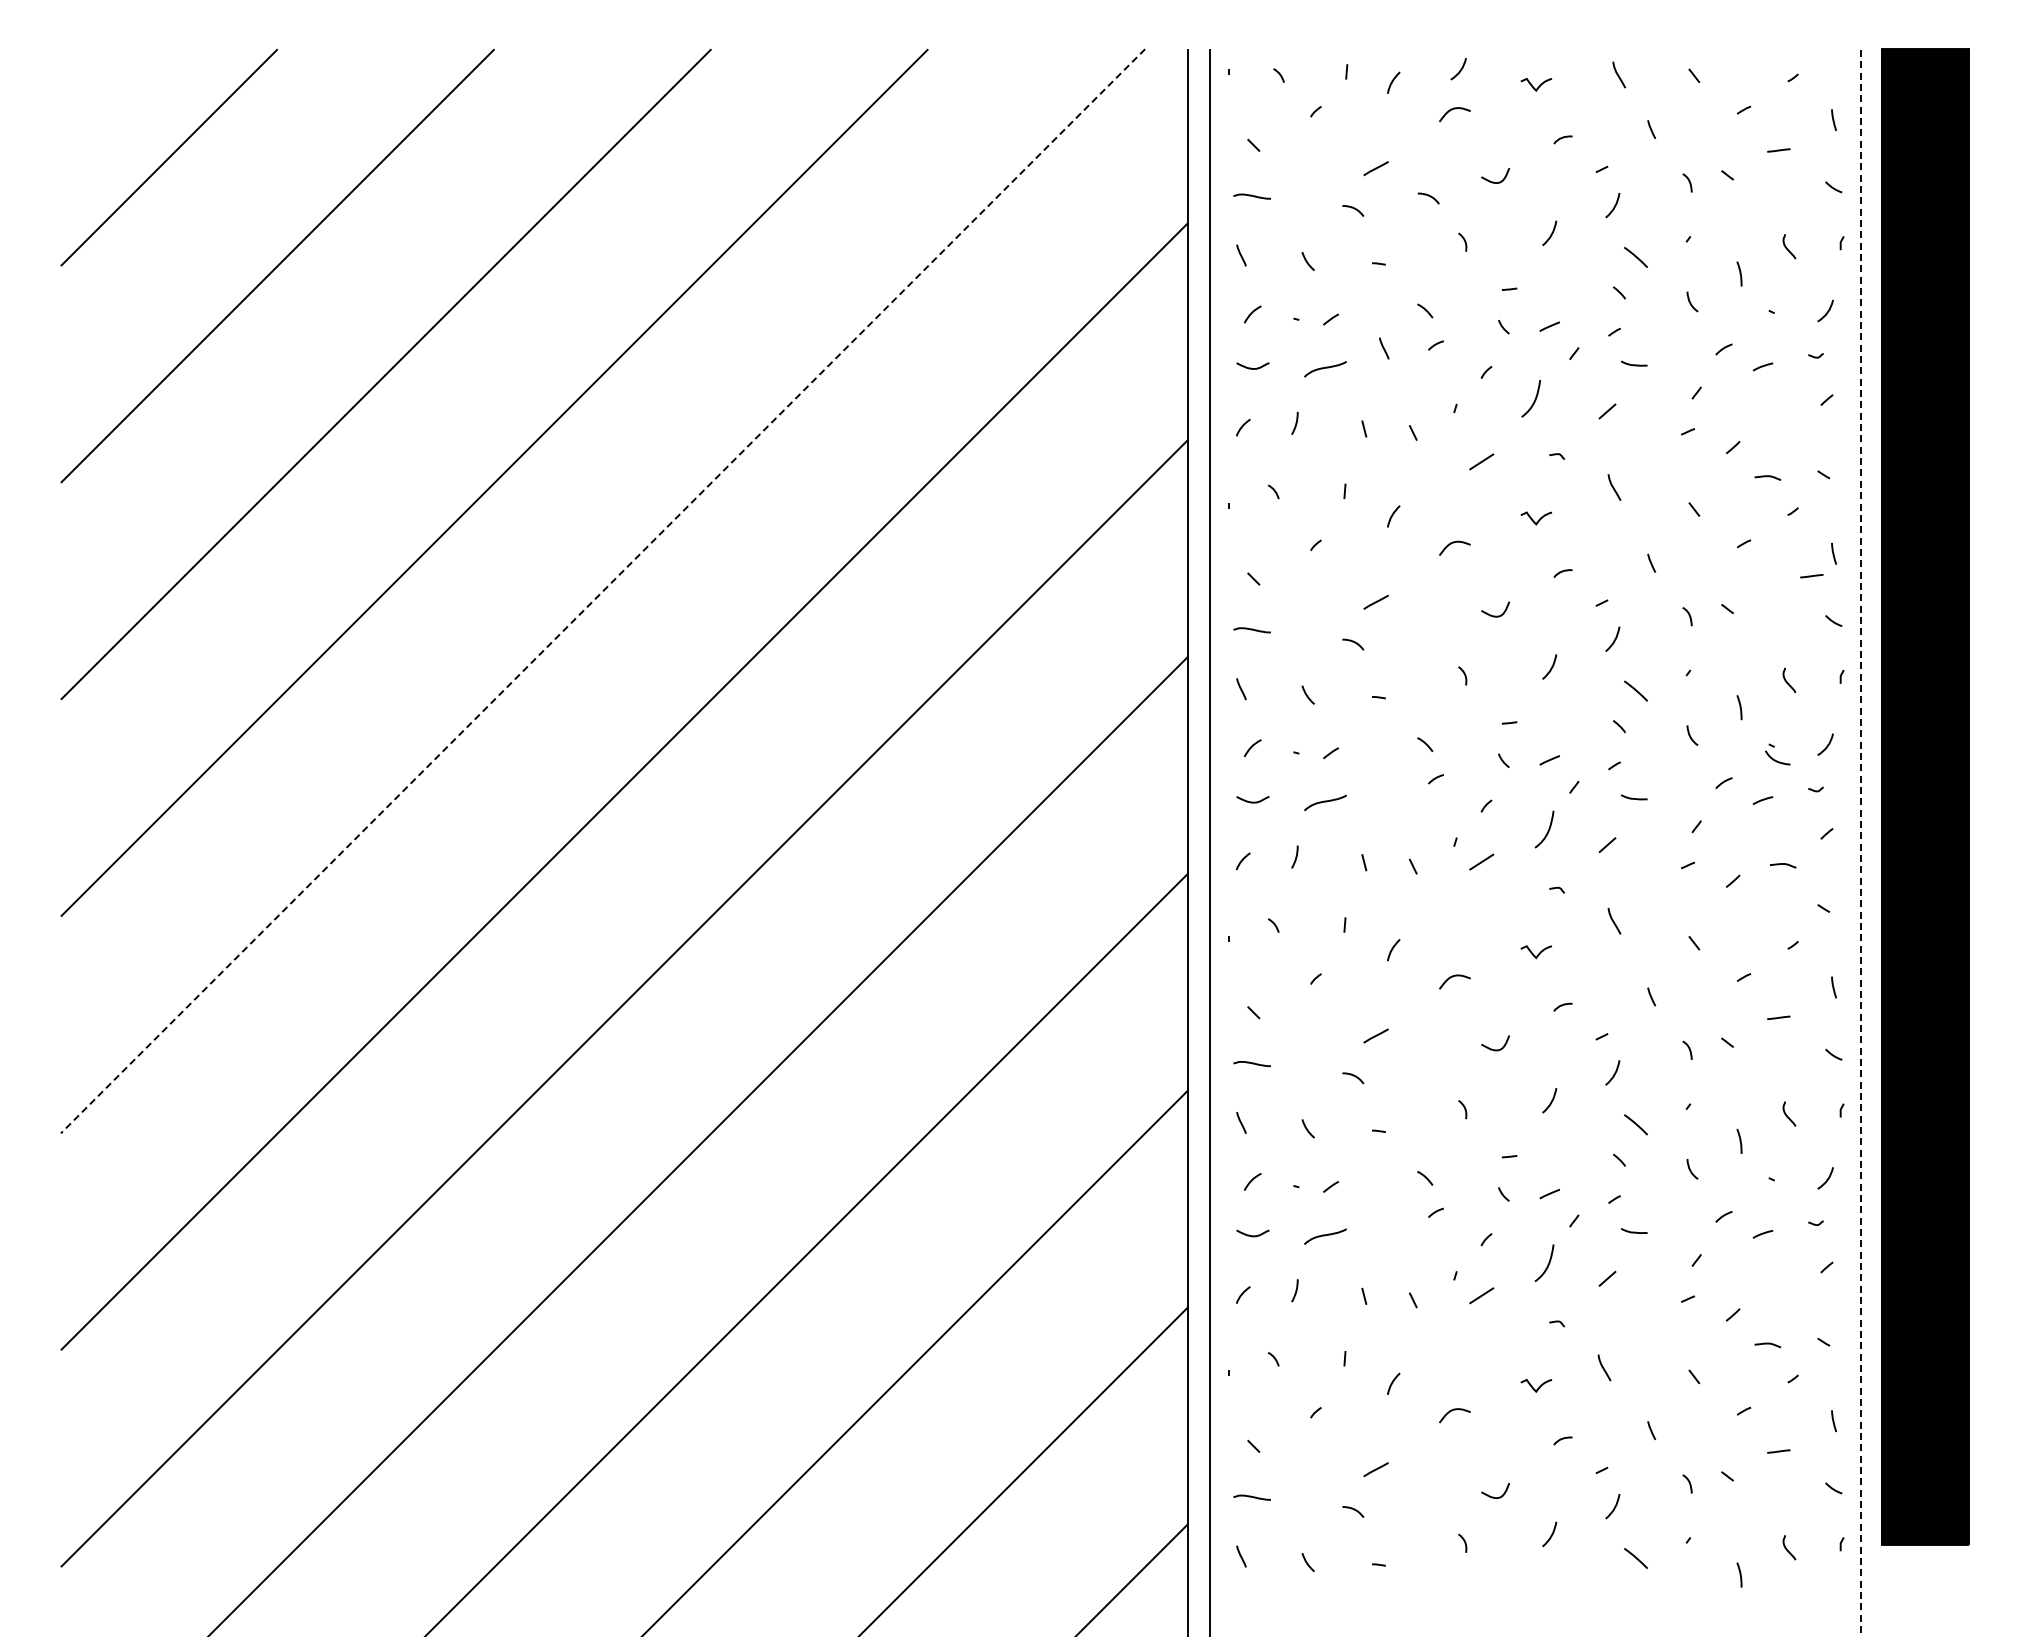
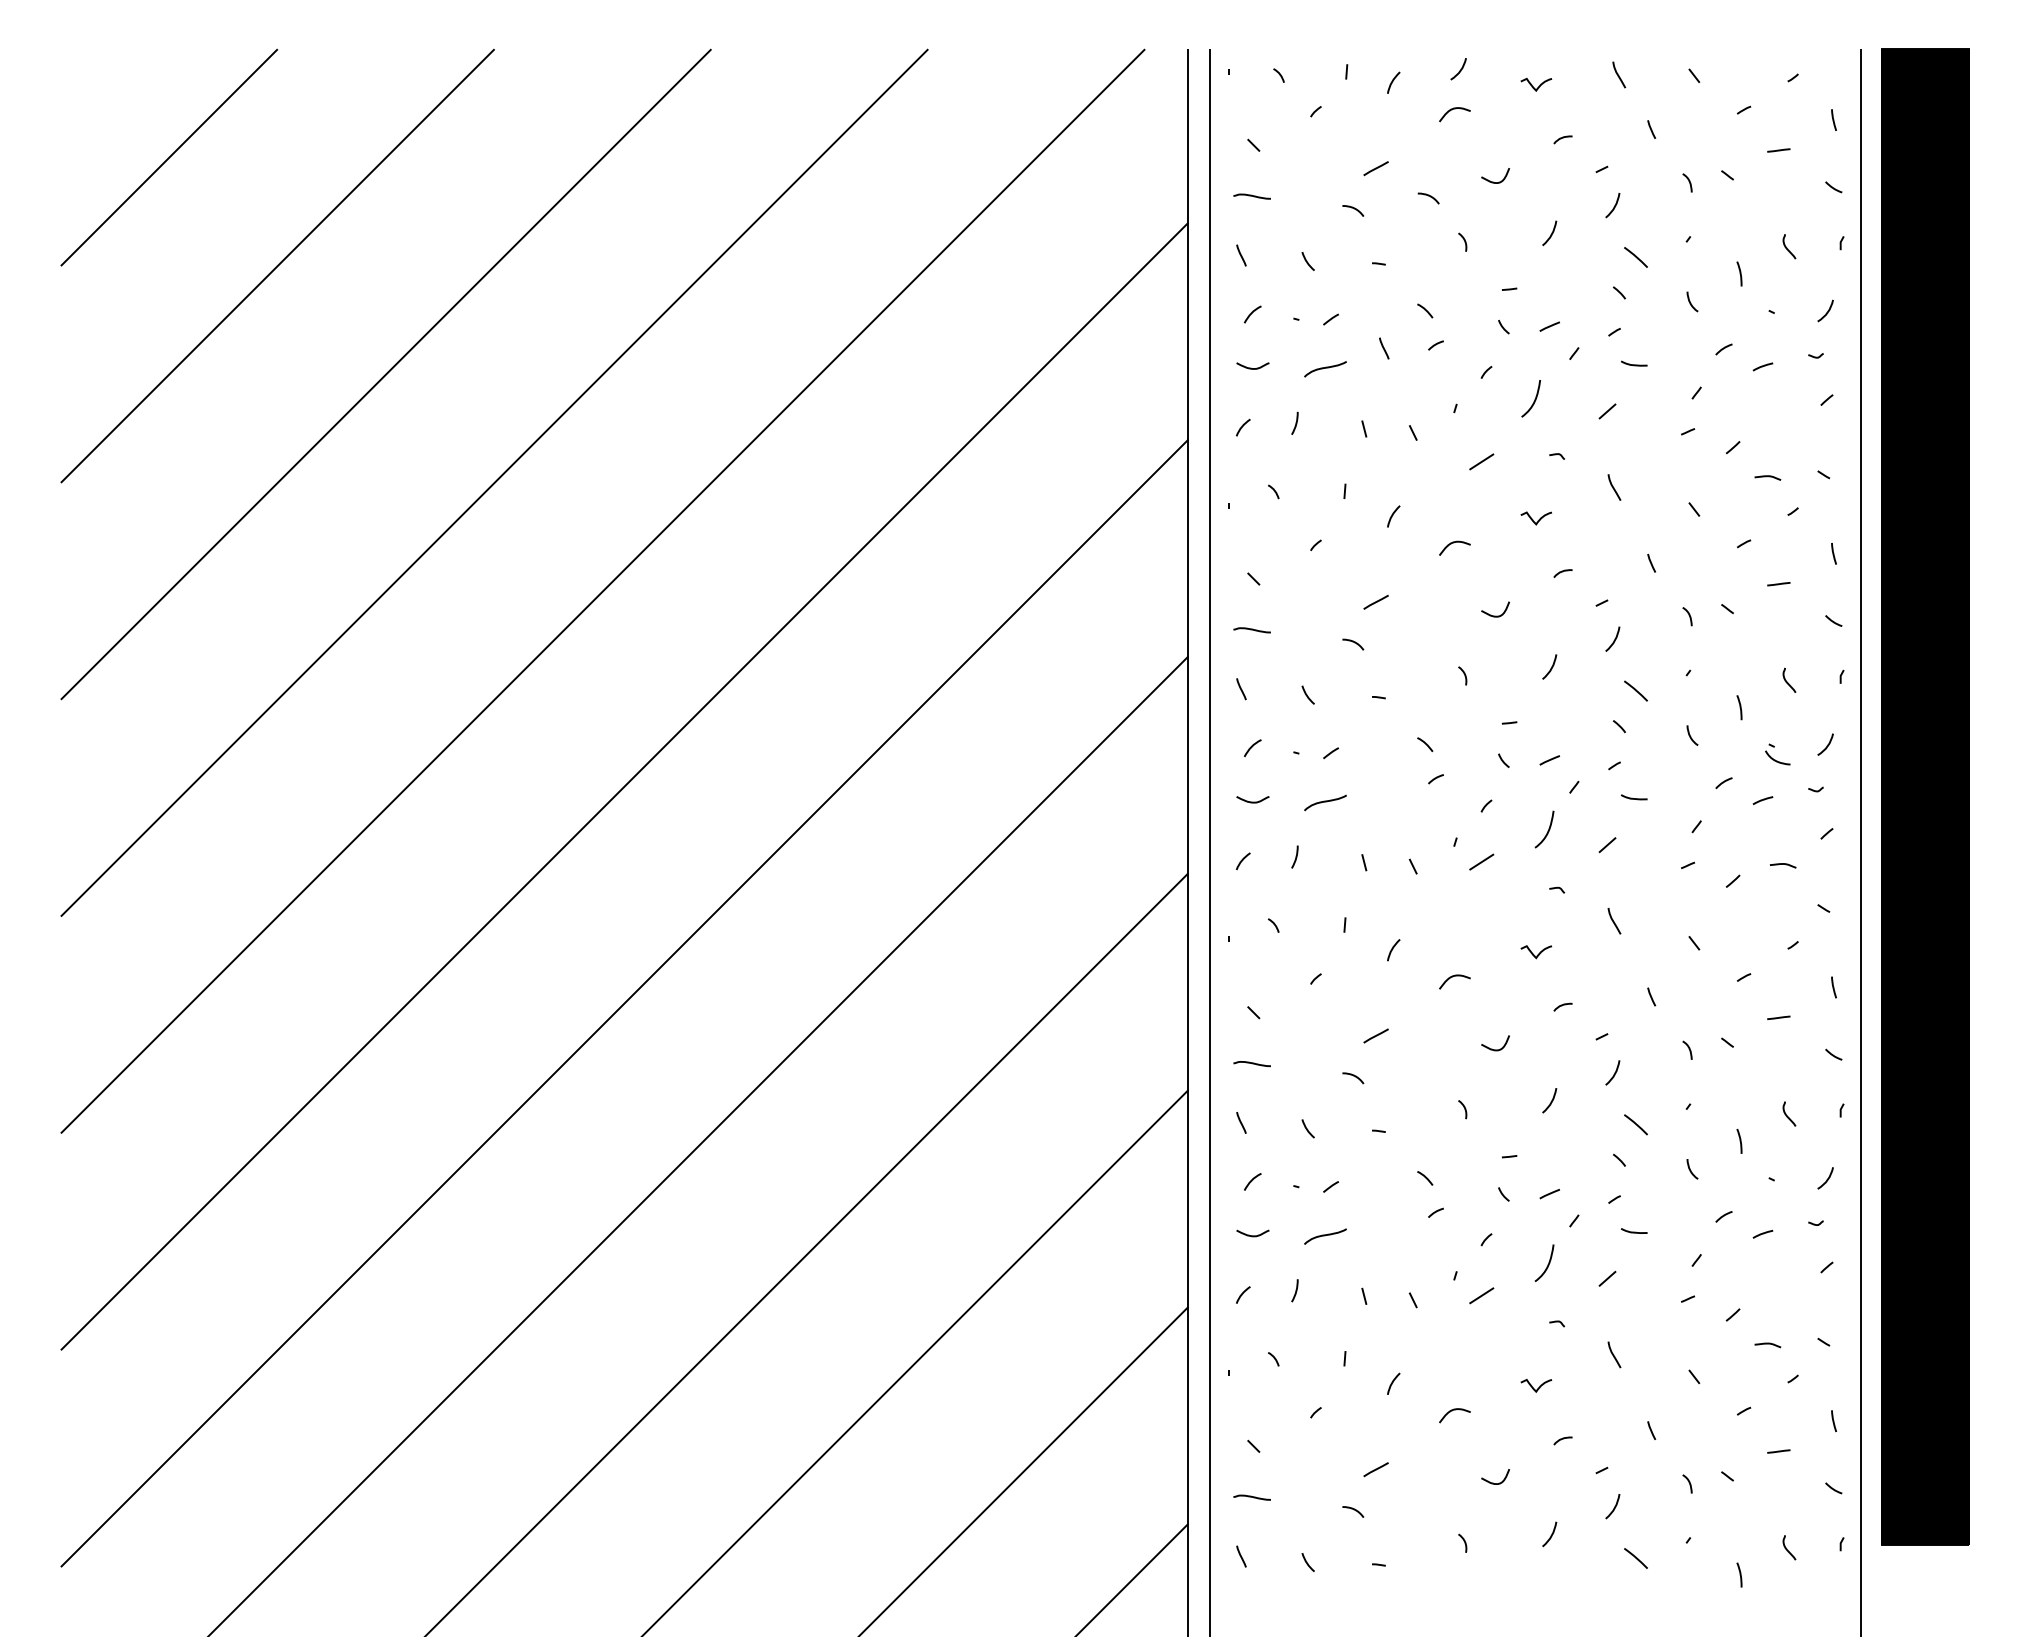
line at (1811, 576) position: (1811, 576) -> (1778, 584)
line at (603, 591): dashed -> solid
line at (1860, 841): dashed -> solid
curve at (1603, 1367) position: (1603, 1367) -> (1613, 1354)
curve at (1493, 1496) position: (1493, 1496) -> (1493, 1482)
